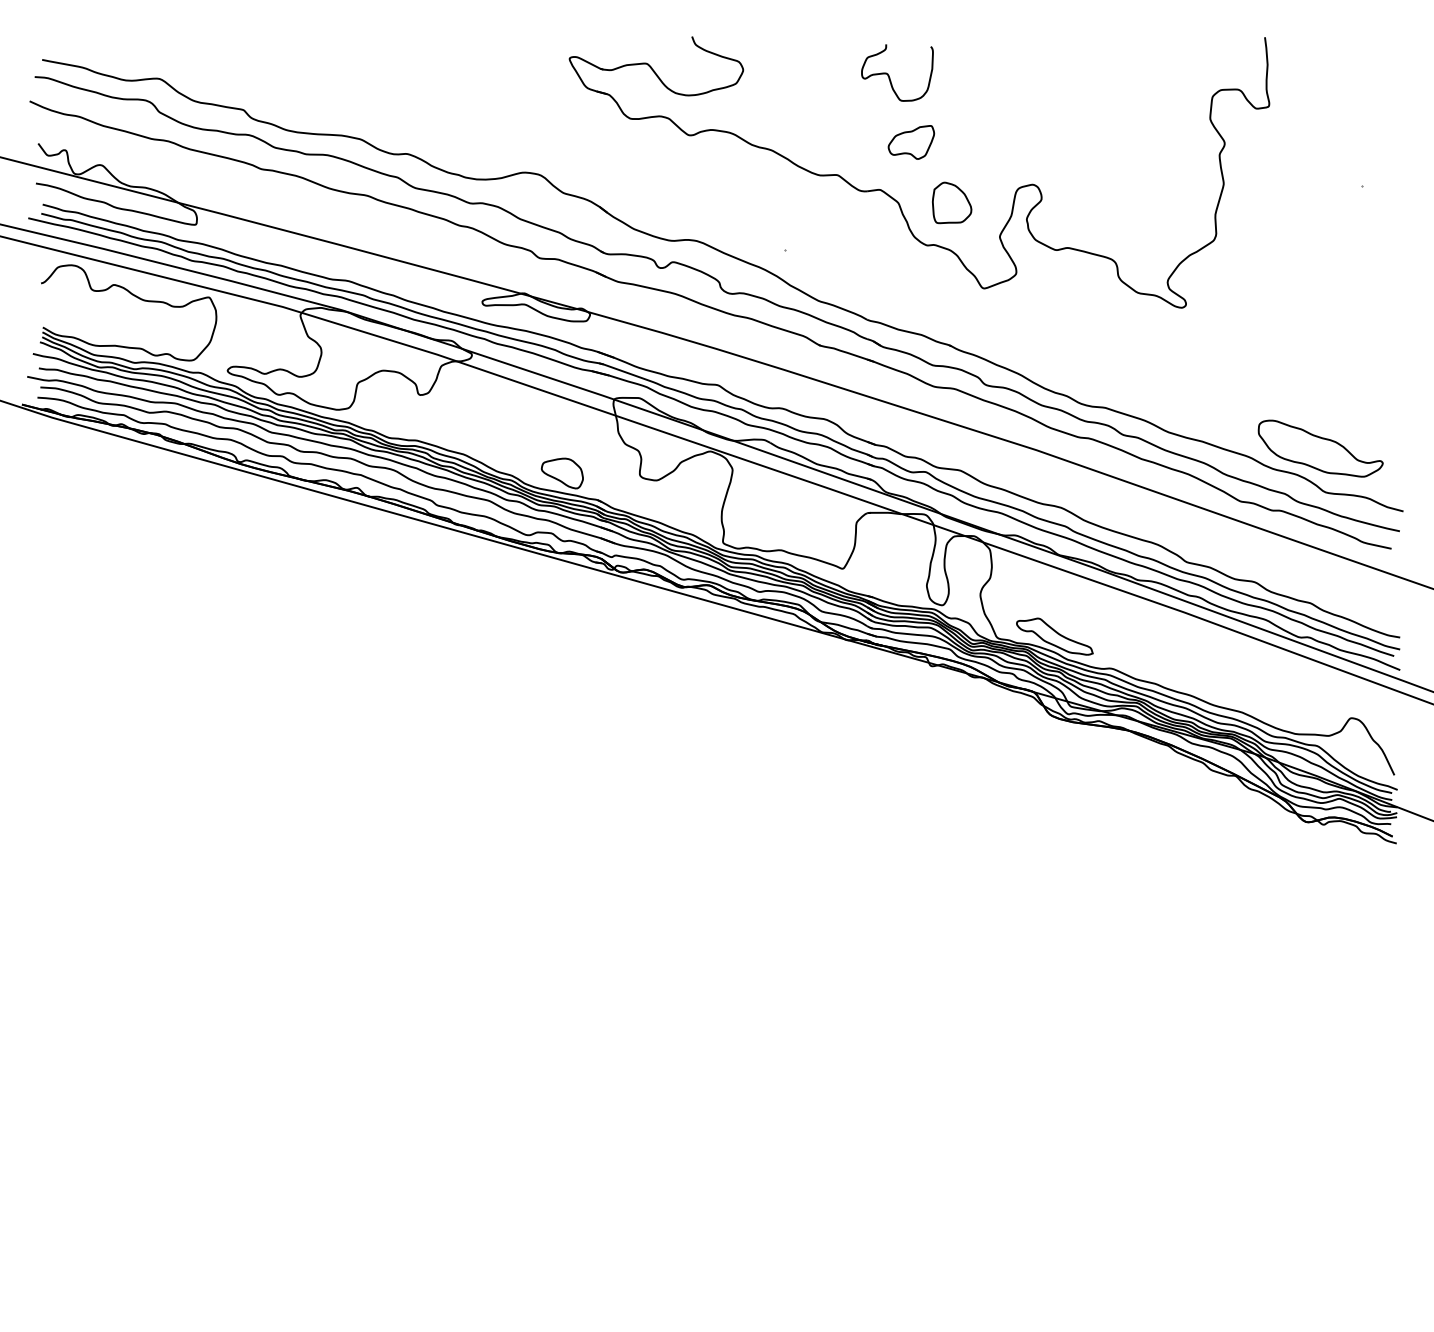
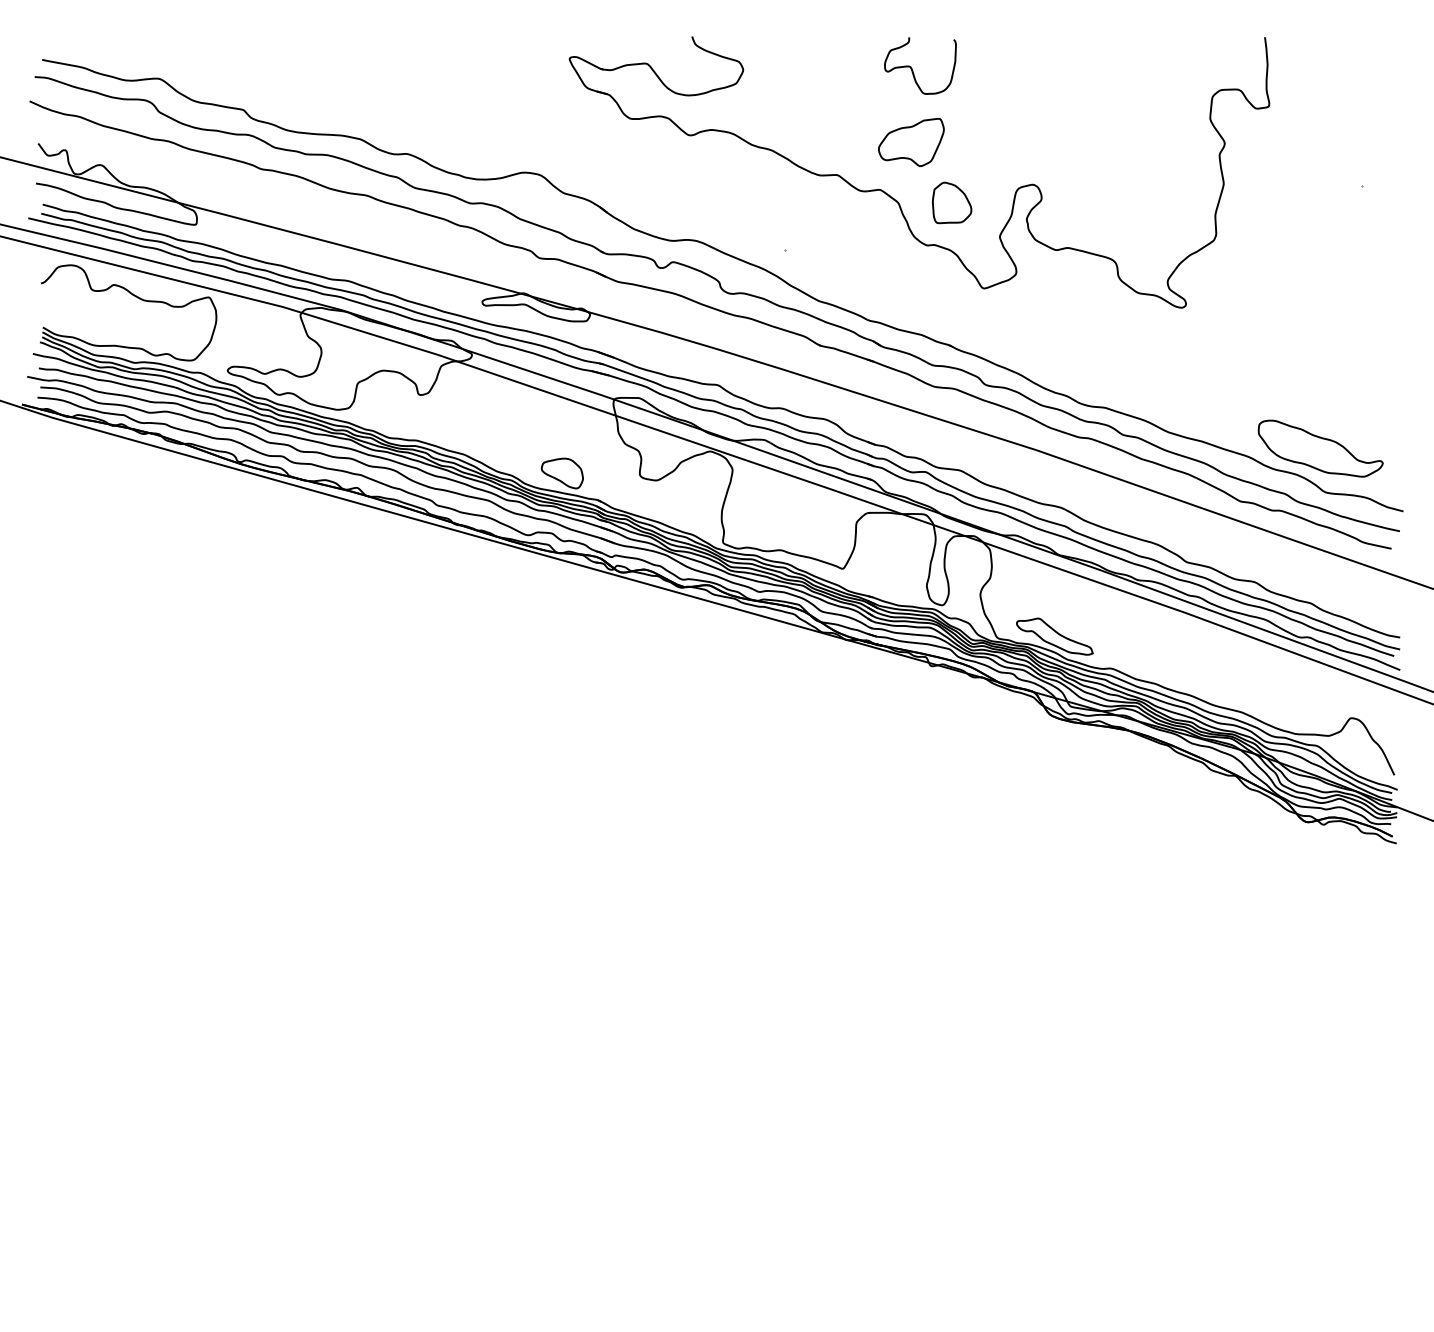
curve at (889, 75) position: (889, 75) -> (912, 68)
part at (911, 142) size: 49x35 px -> 67x51 px
